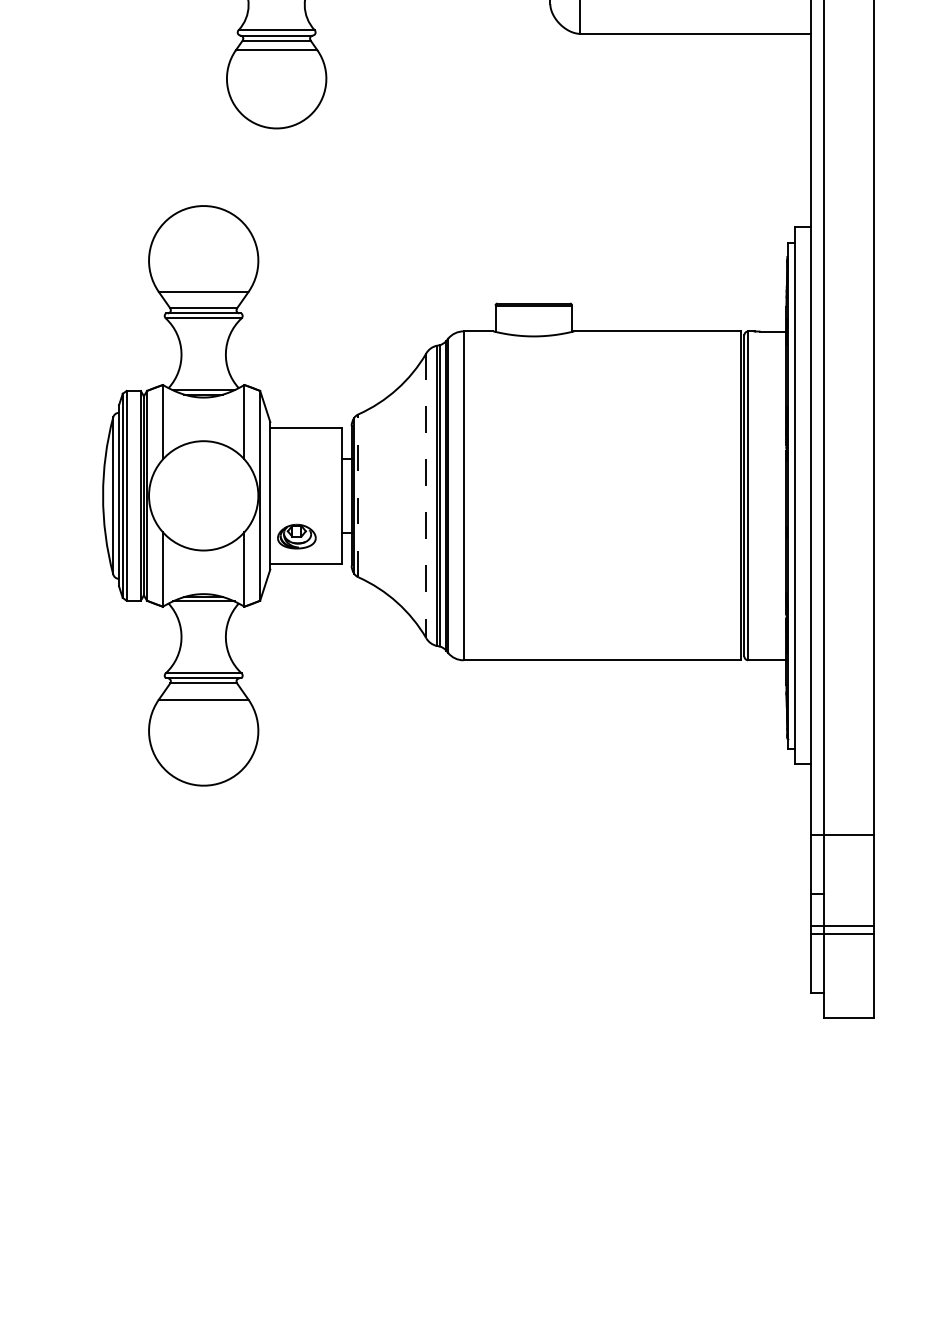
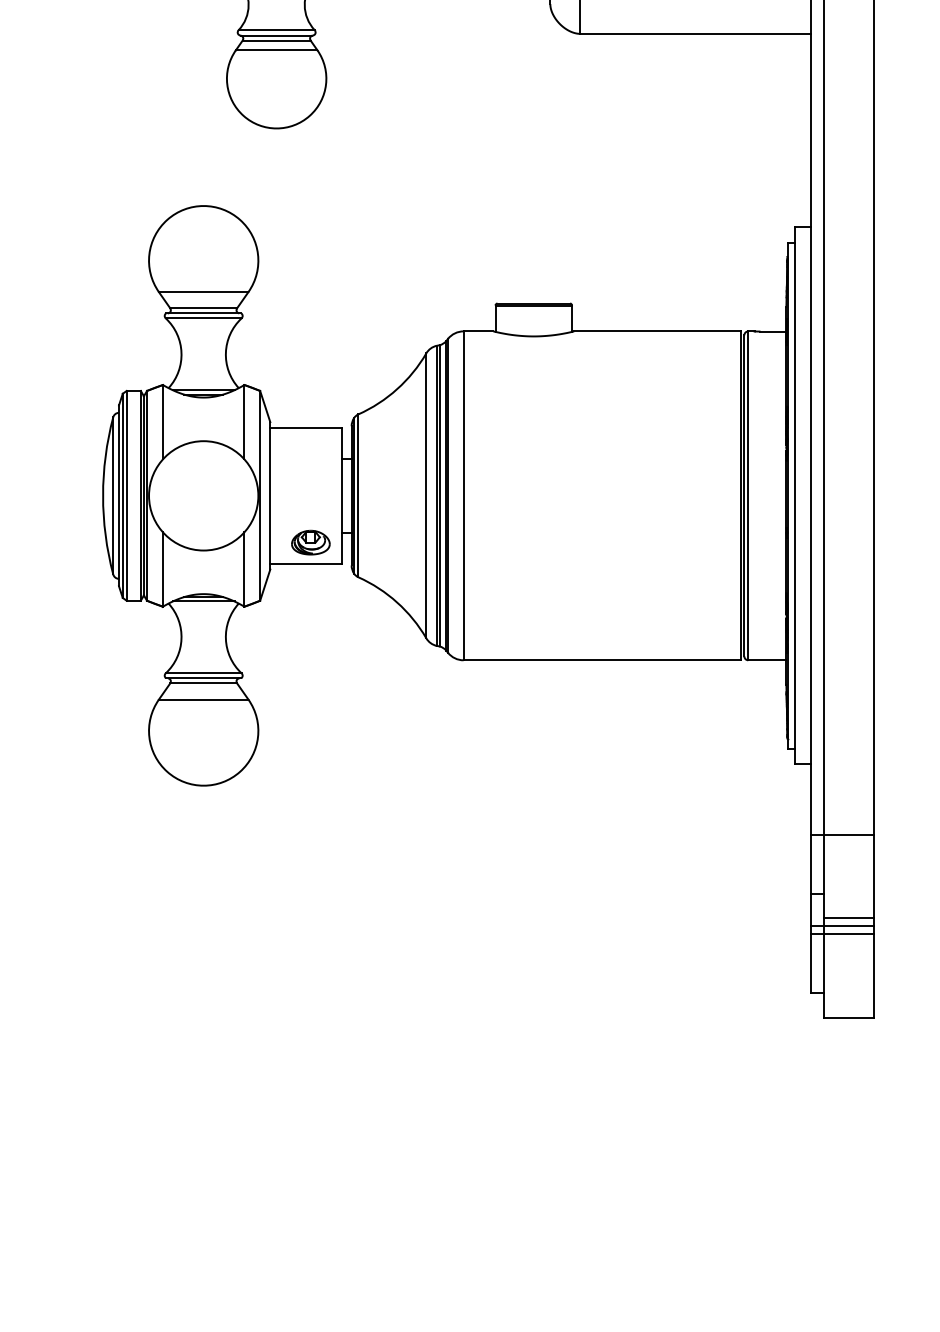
line at (358, 495): dashed -> solid
line at (426, 496): dashed -> solid
part at (296, 536) position: (296, 536) -> (310, 542)
line at (848, 918): none -> present
